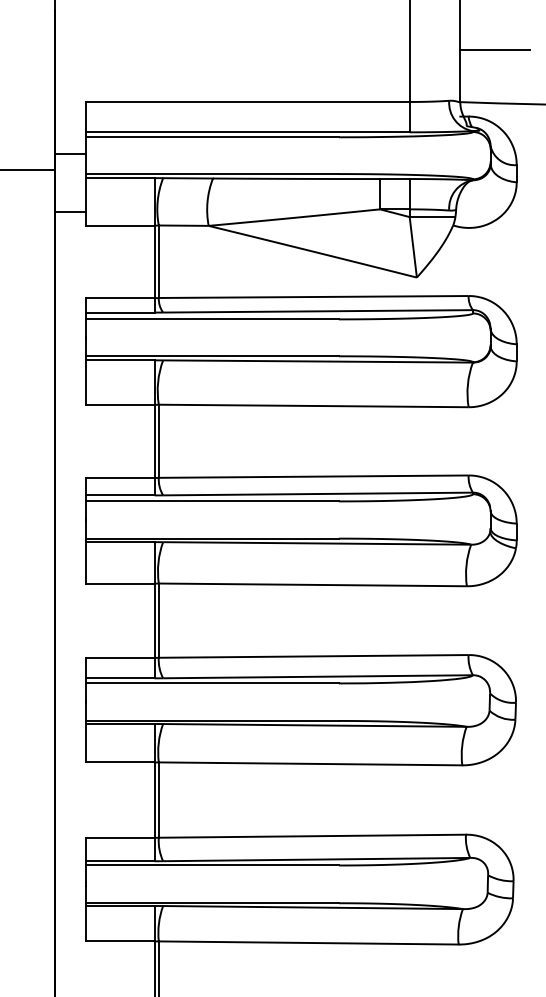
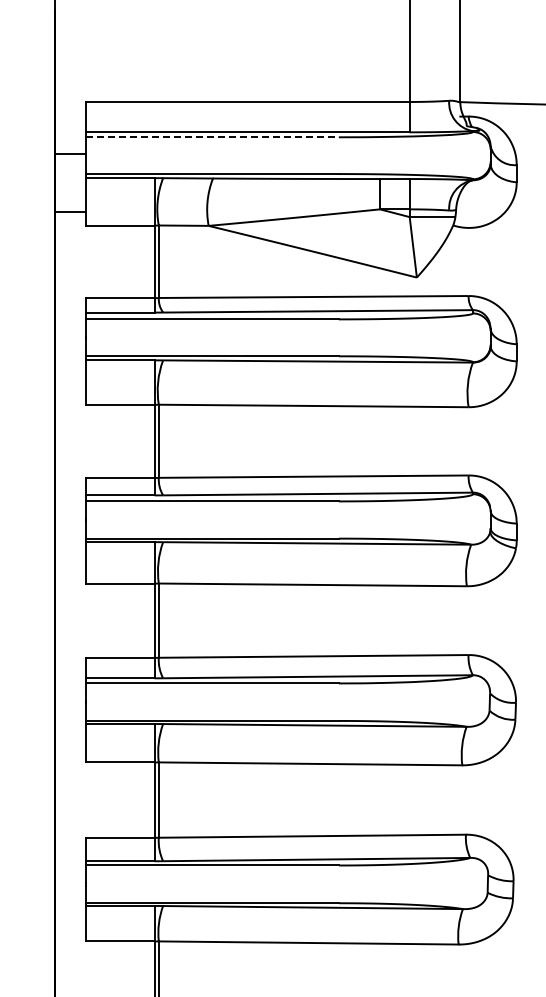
line at (494, 50): present -> none
line at (212, 137): solid -> dashed
line at (28, 170): present -> none
